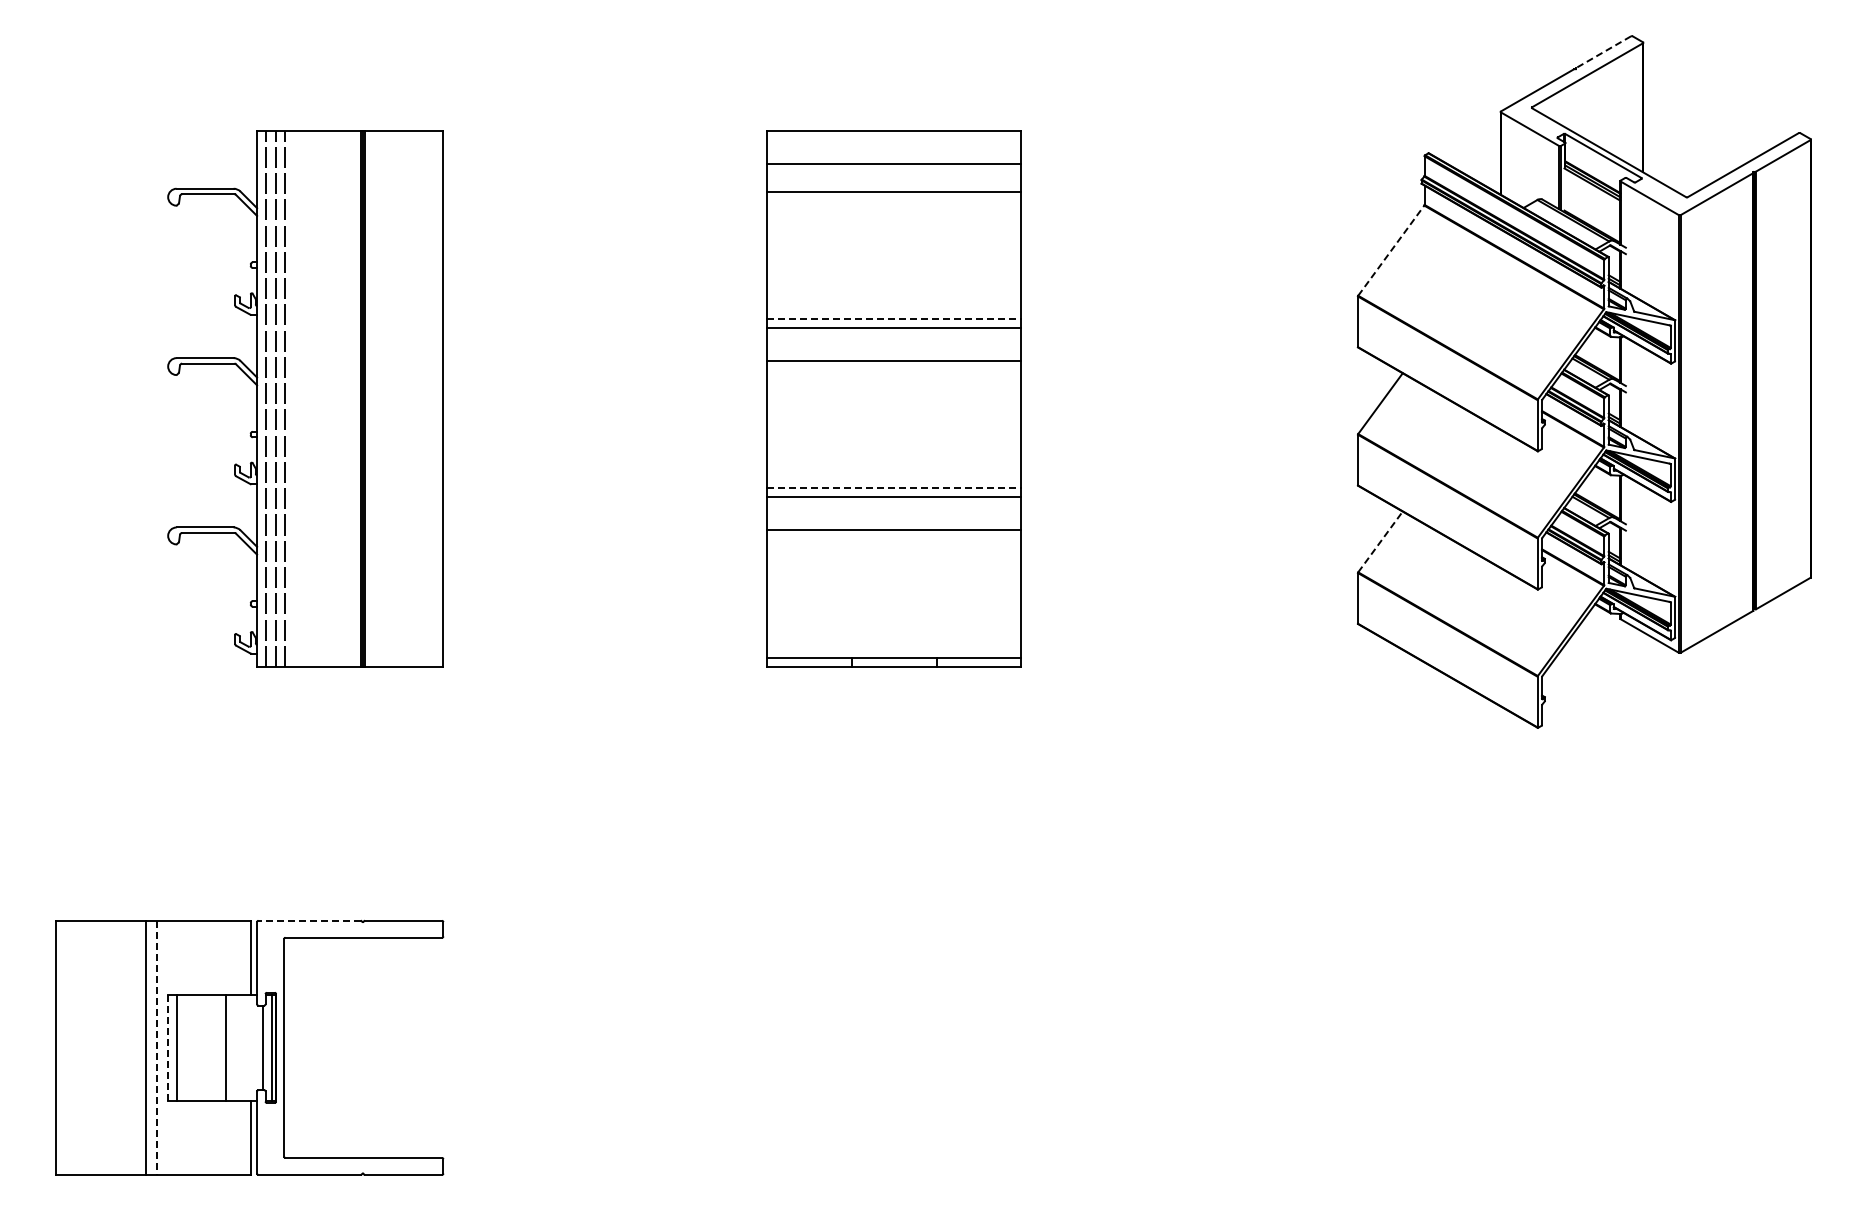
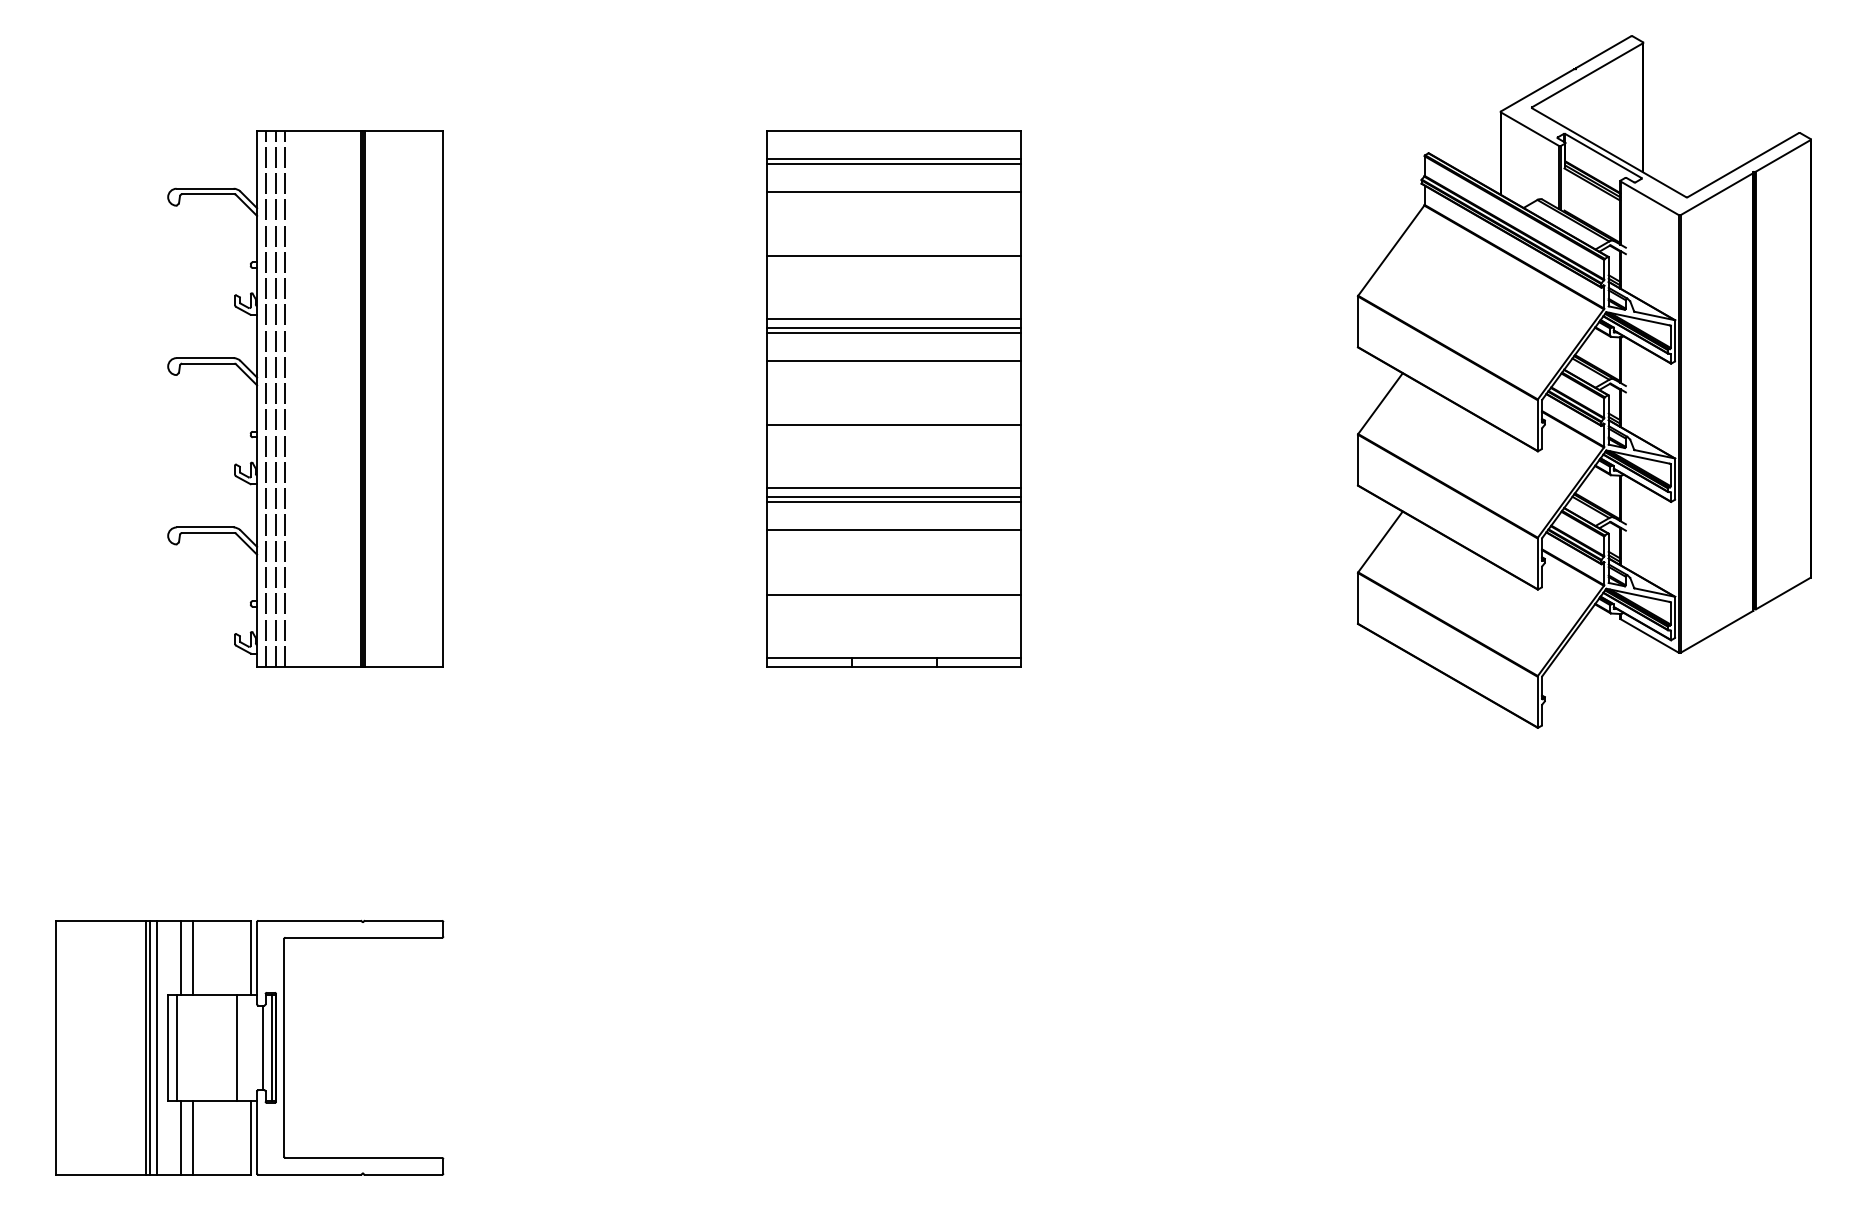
line at (1603, 52): dashed -> solid
line at (894, 158): none -> present
line at (1391, 250): dashed -> solid
line at (894, 255): none -> present
line at (894, 319): dashed -> solid
line at (894, 333): none -> present
line at (894, 425): none -> present
line at (894, 488): dashed -> solid
line at (894, 502): none -> present
line at (1380, 541): dashed -> solid
line at (894, 594): none -> present
line at (309, 920): dashed -> solid
line at (180, 957): none -> present
line at (192, 957): none -> present
line at (150, 1047): none -> present
line at (168, 1047): dashed -> solid
line at (226, 1047) position: (226, 1047) -> (237, 1047)
line at (156, 1048): dashed -> solid
line at (180, 1137): none -> present
line at (192, 1137): none -> present
